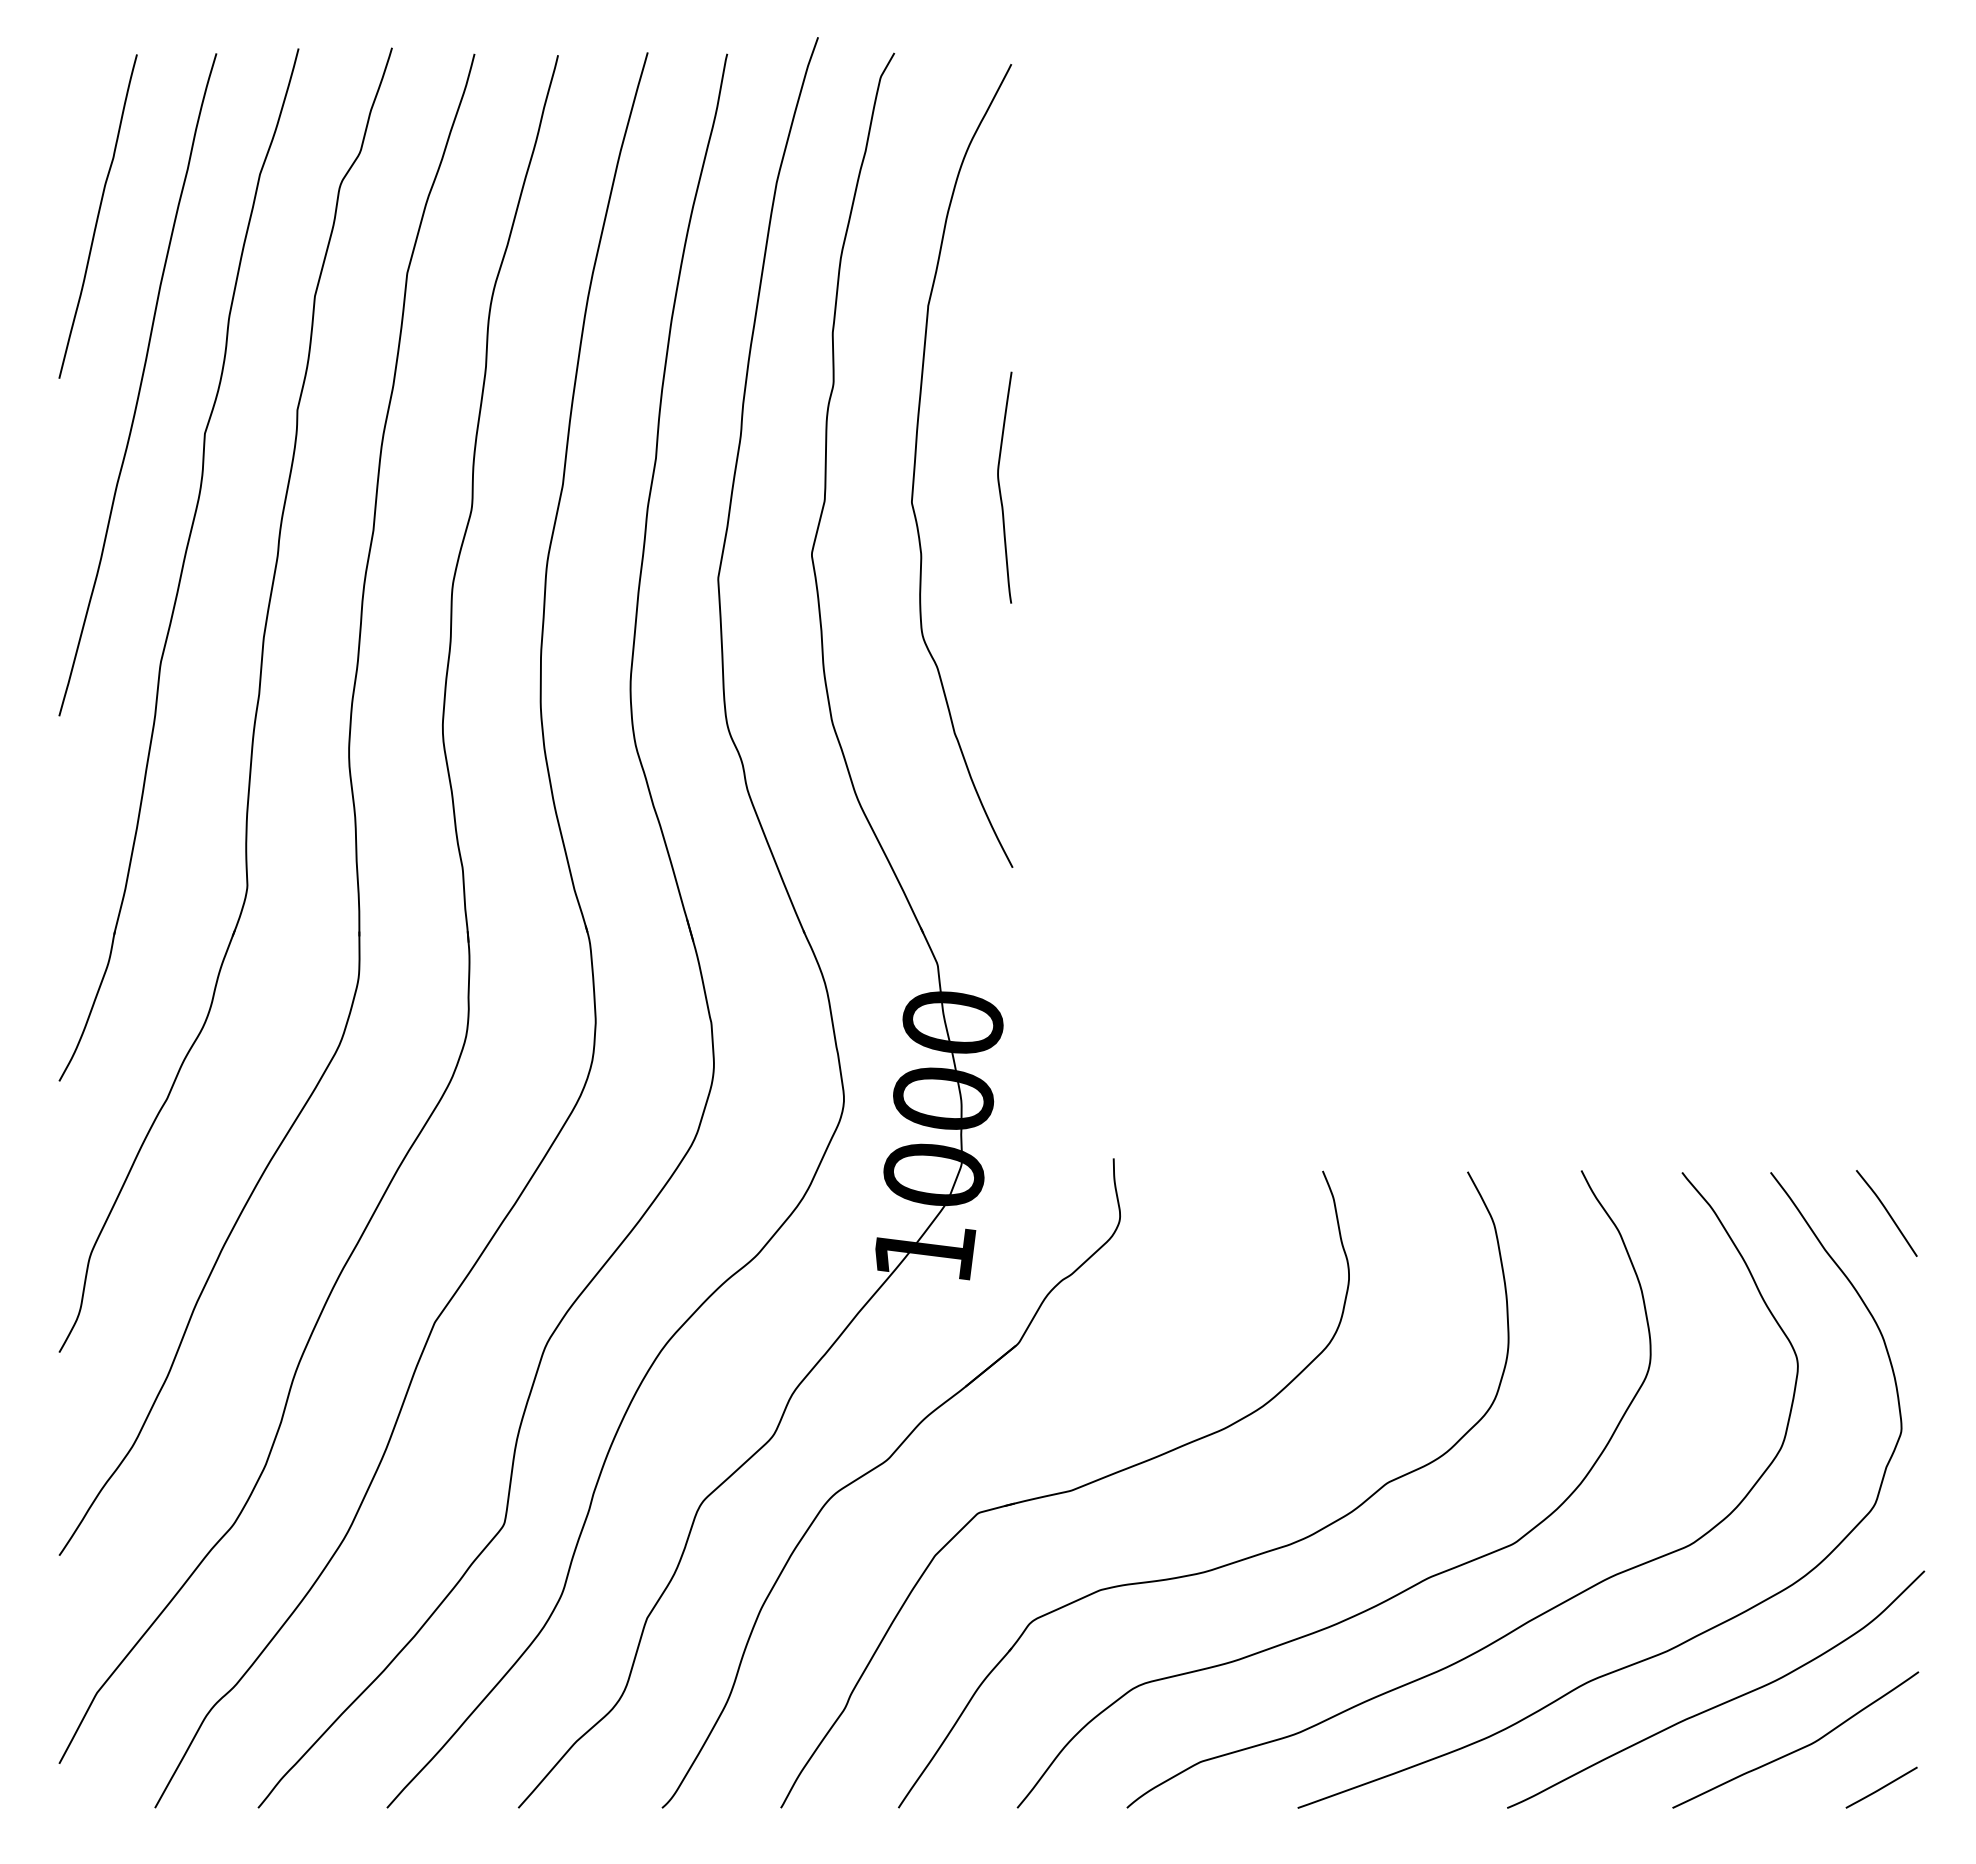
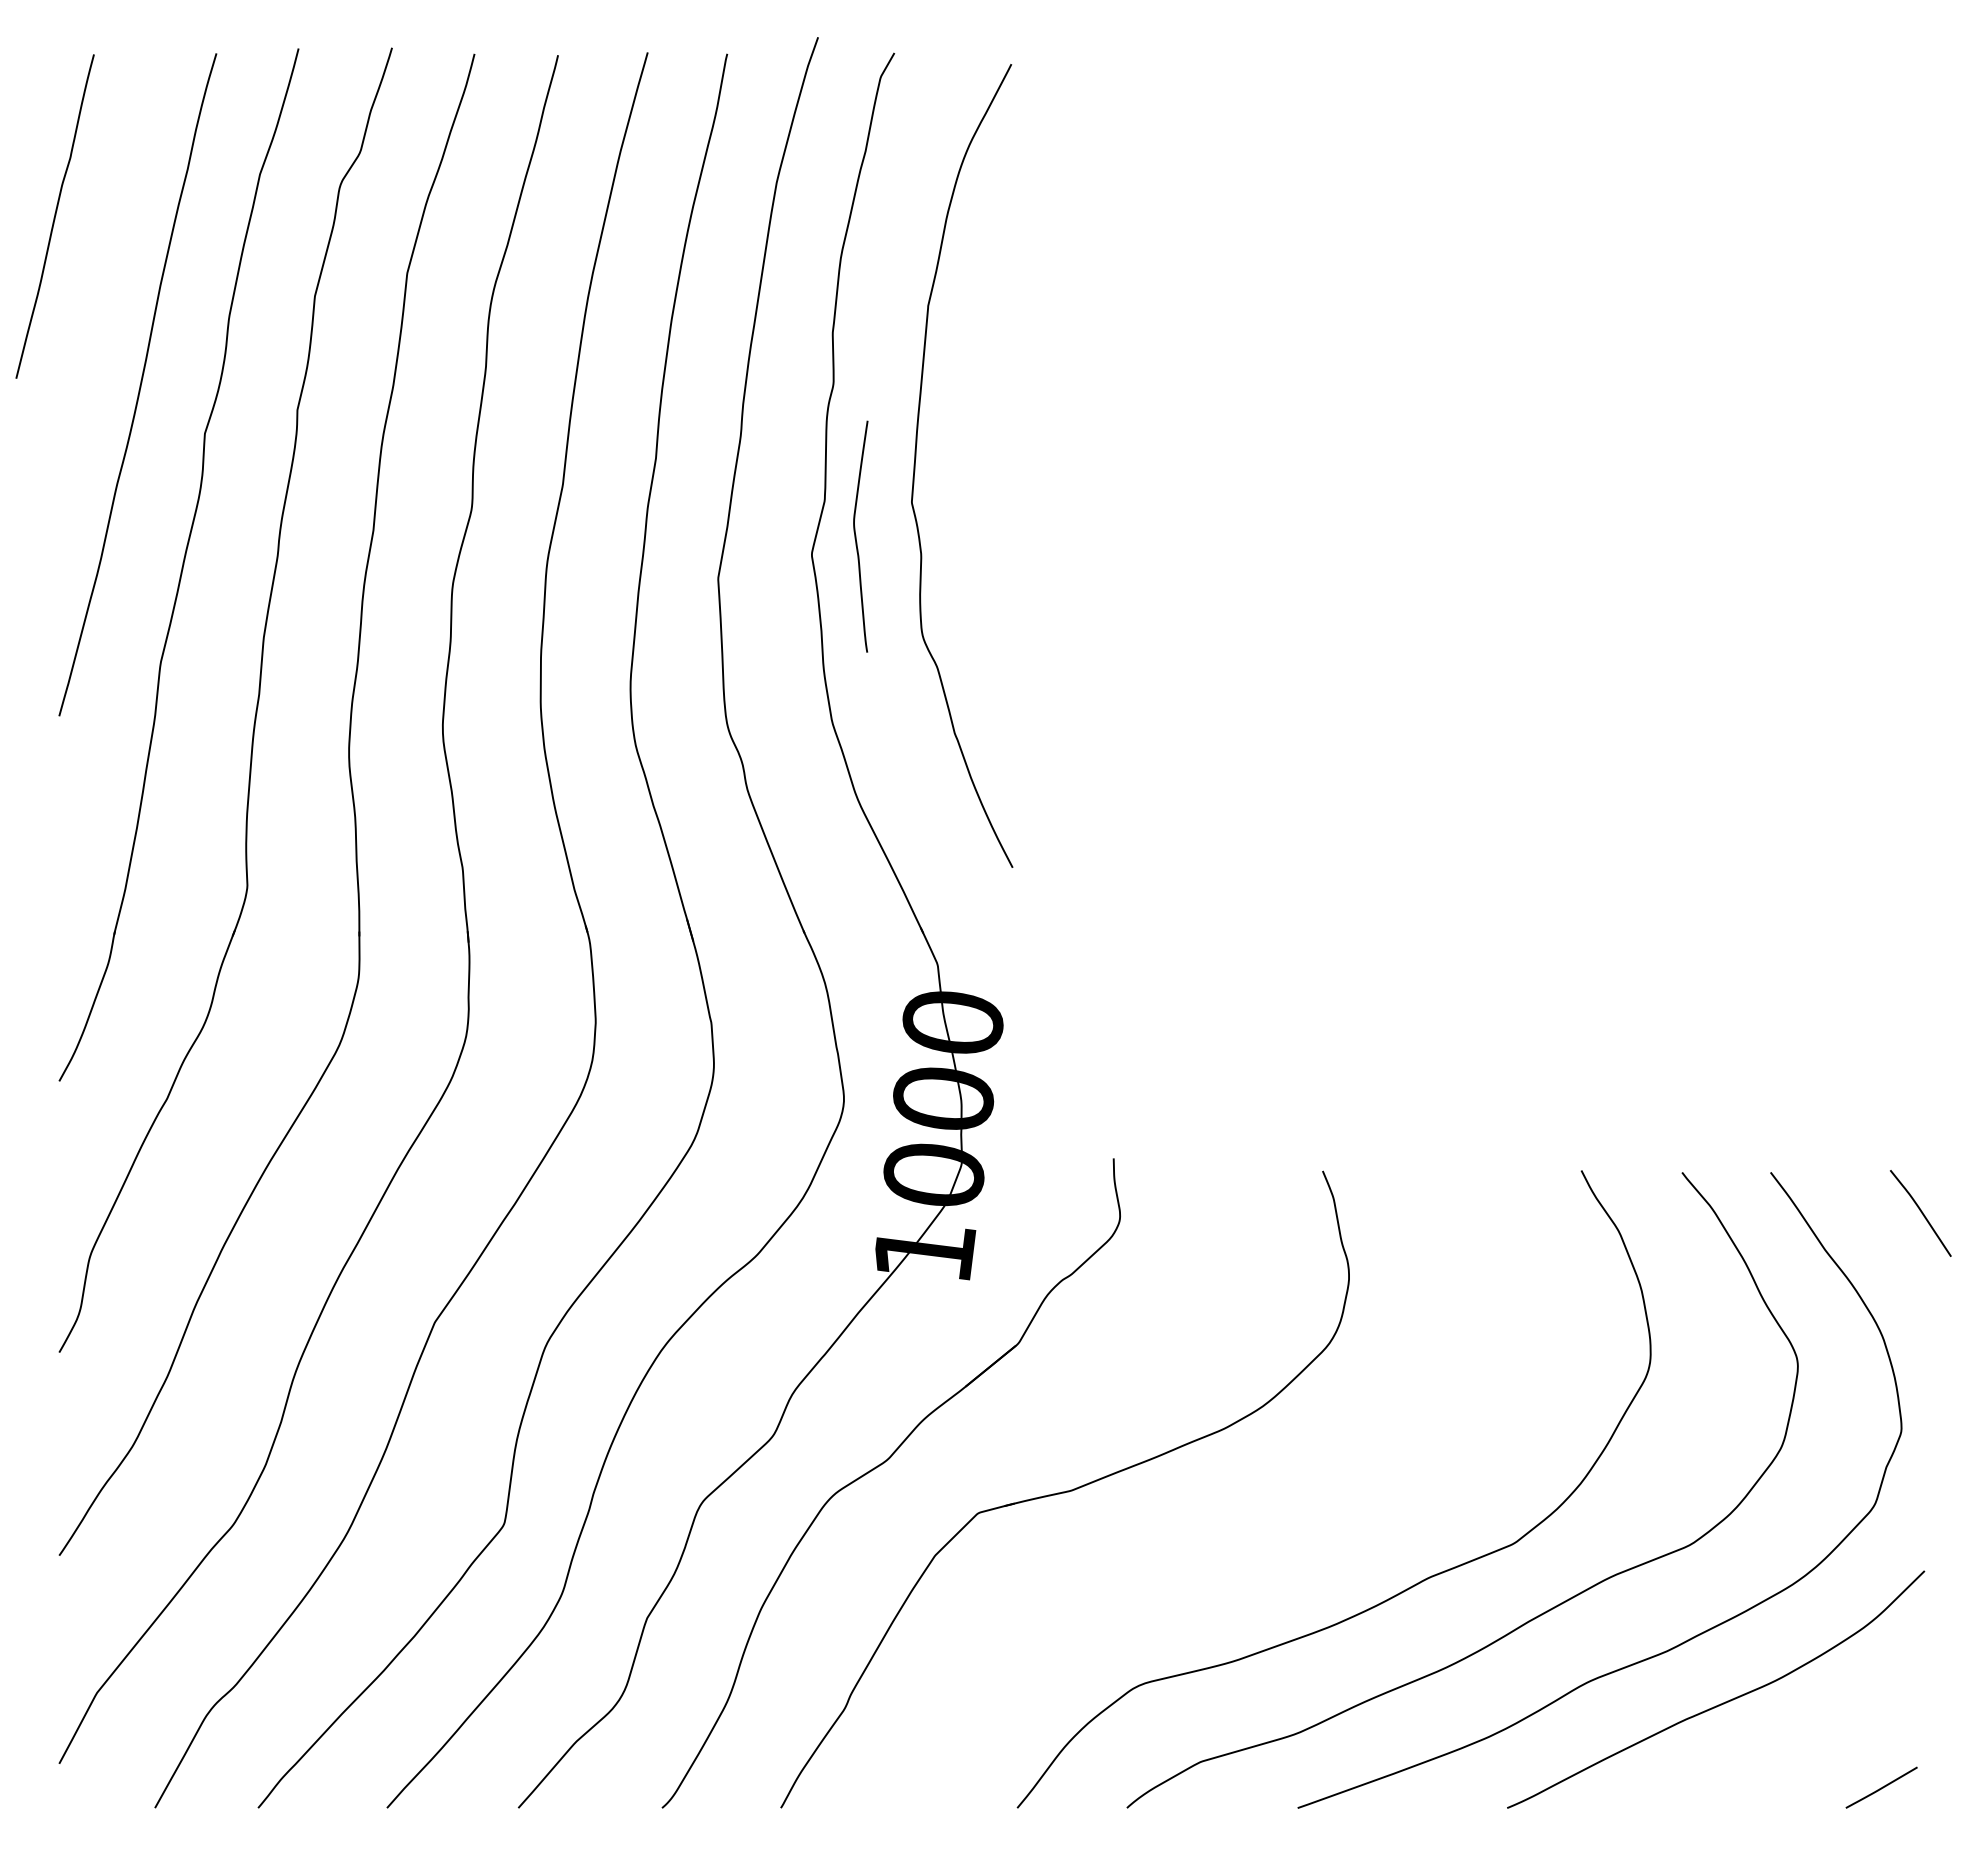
curve at (97, 216) position: (97, 216) -> (54, 216)
curve at (1000, 487) position: (1000, 487) -> (856, 536)
curve at (1886, 1212) position: (1886, 1212) -> (1920, 1212)
part at (1227, 1563): present -> none
curve at (1798, 1748): present -> none
